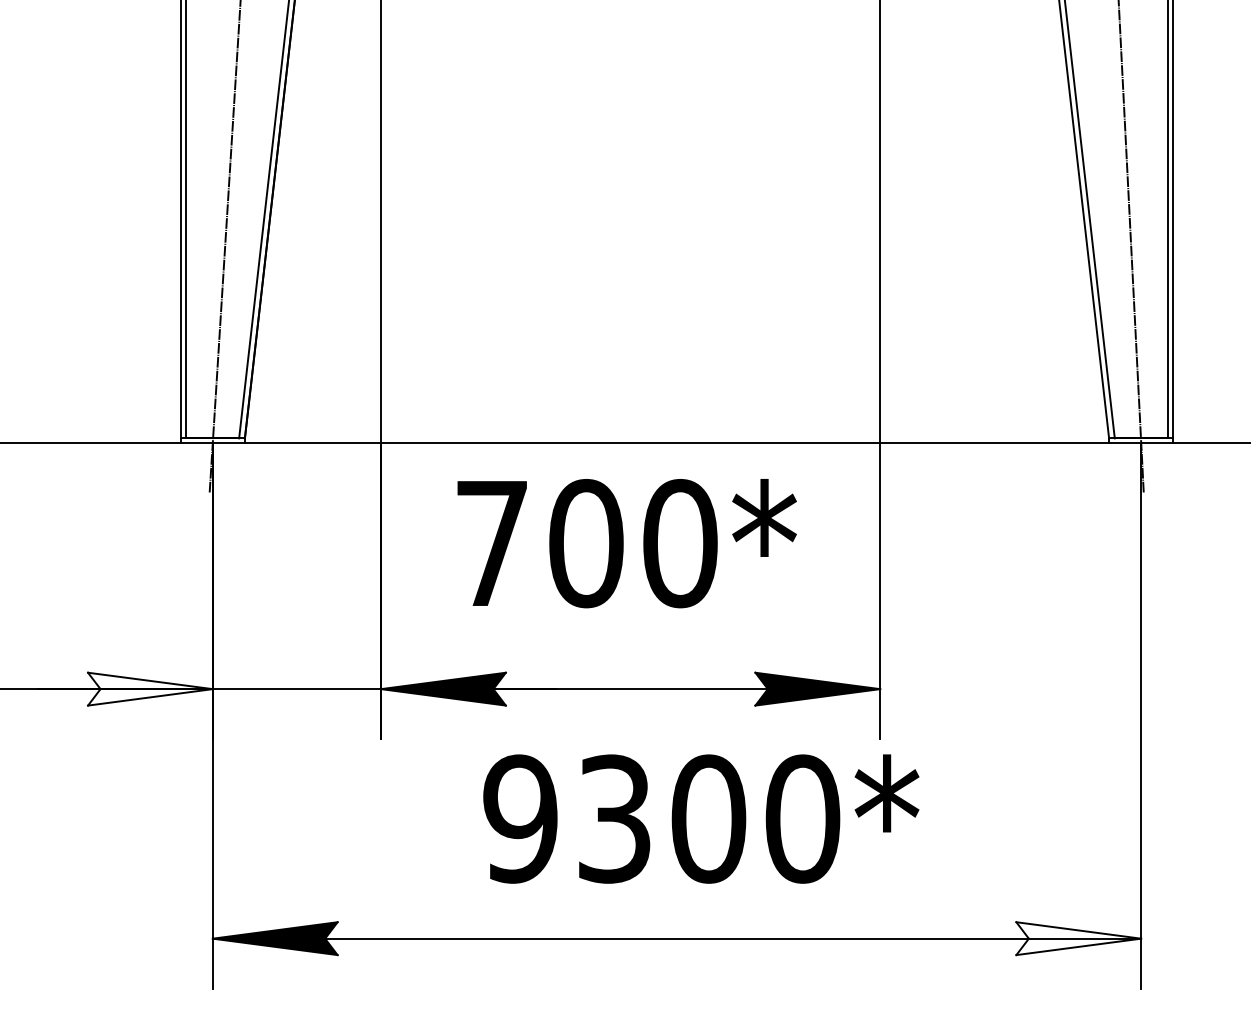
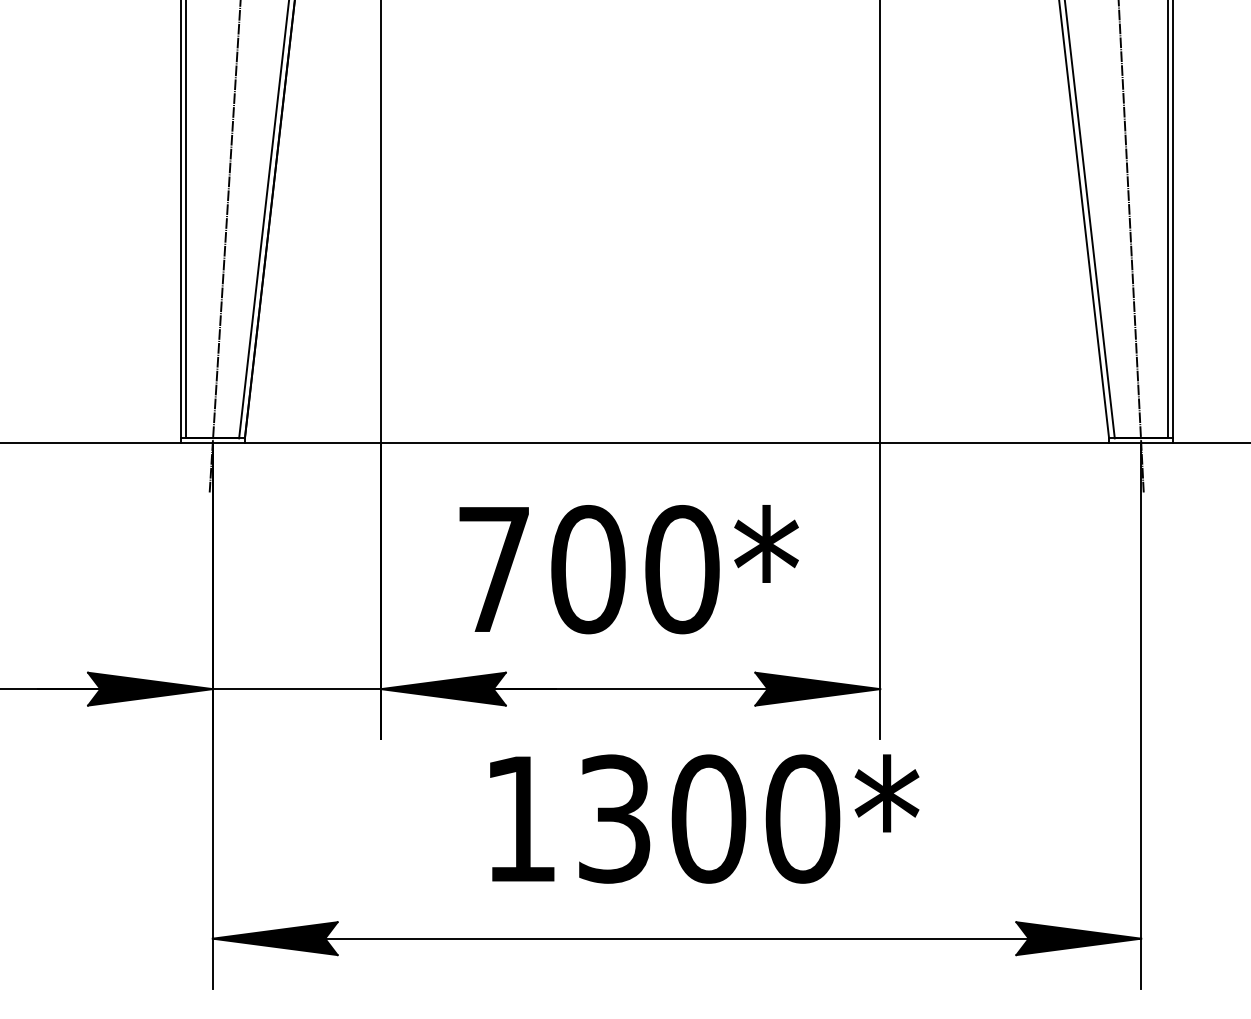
text at (626, 543) position: (626, 543) -> (628, 569)
fill at (150, 688): none -> present
text at (520, 818): 9300* -> 1300*
fill at (1078, 938): none -> present
